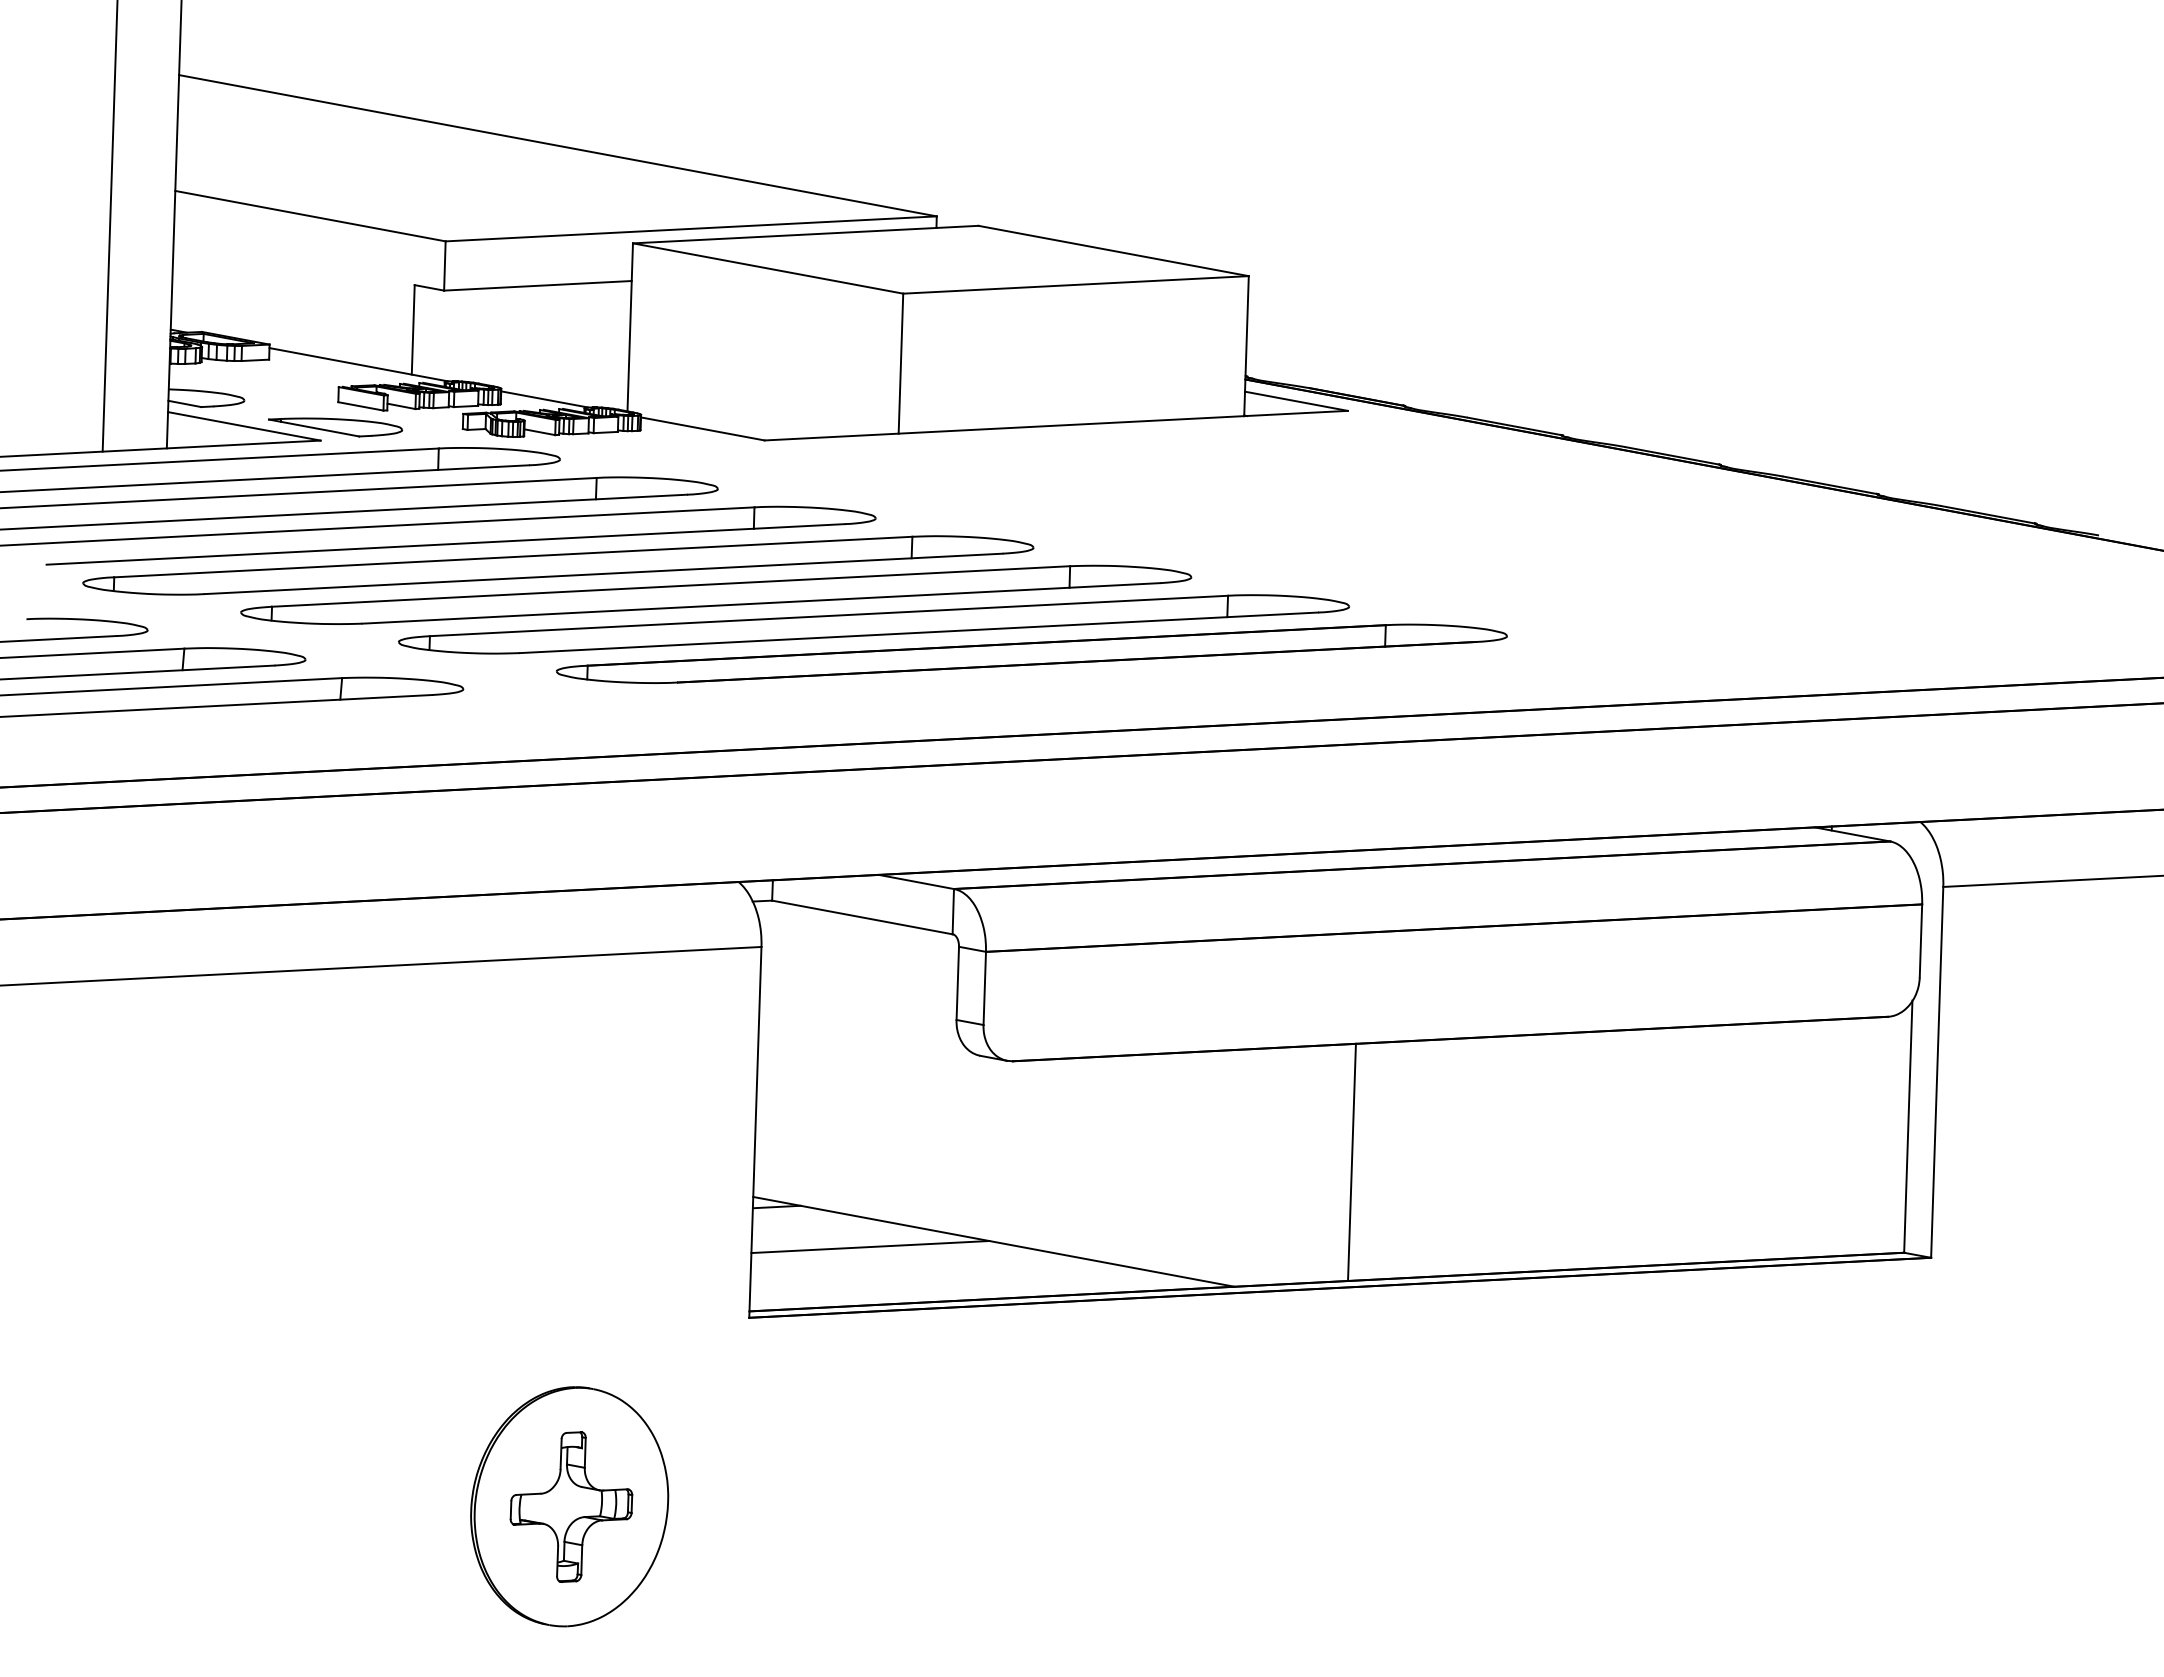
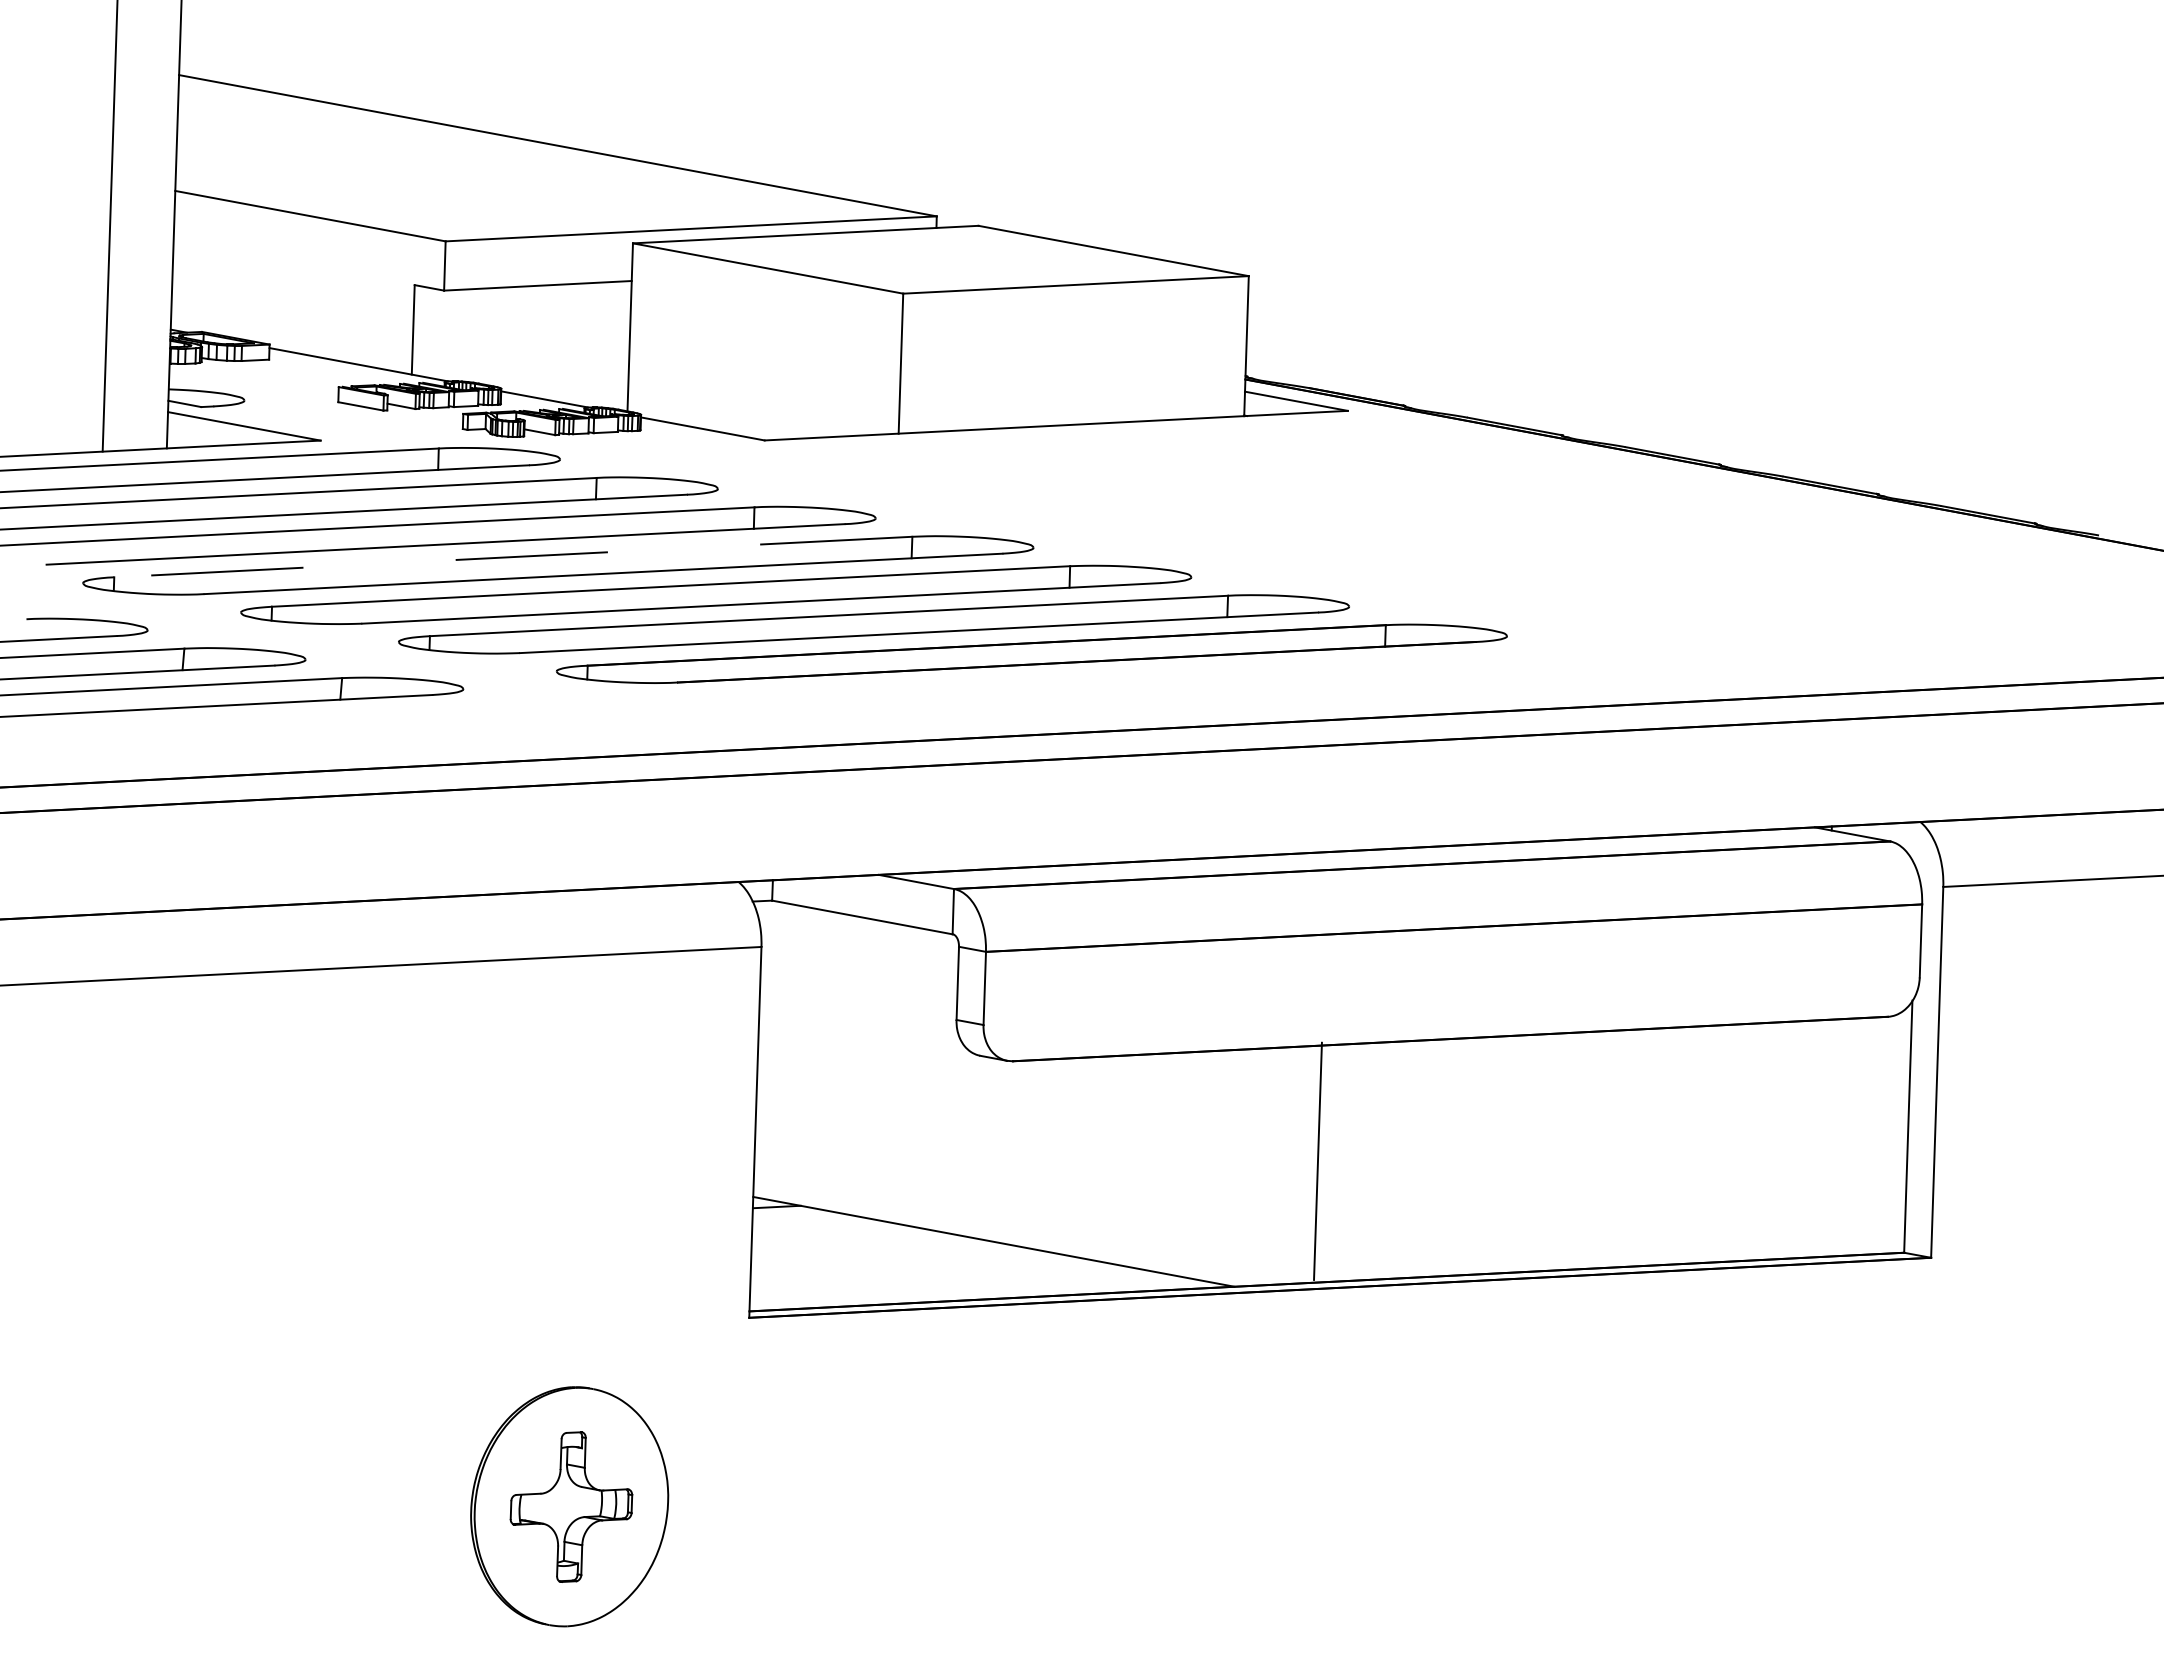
part at (335, 427): present -> none
line at (513, 557): solid -> dashed
line at (1351, 1161) position: (1351, 1161) -> (1317, 1160)
line at (870, 1247): present -> none
